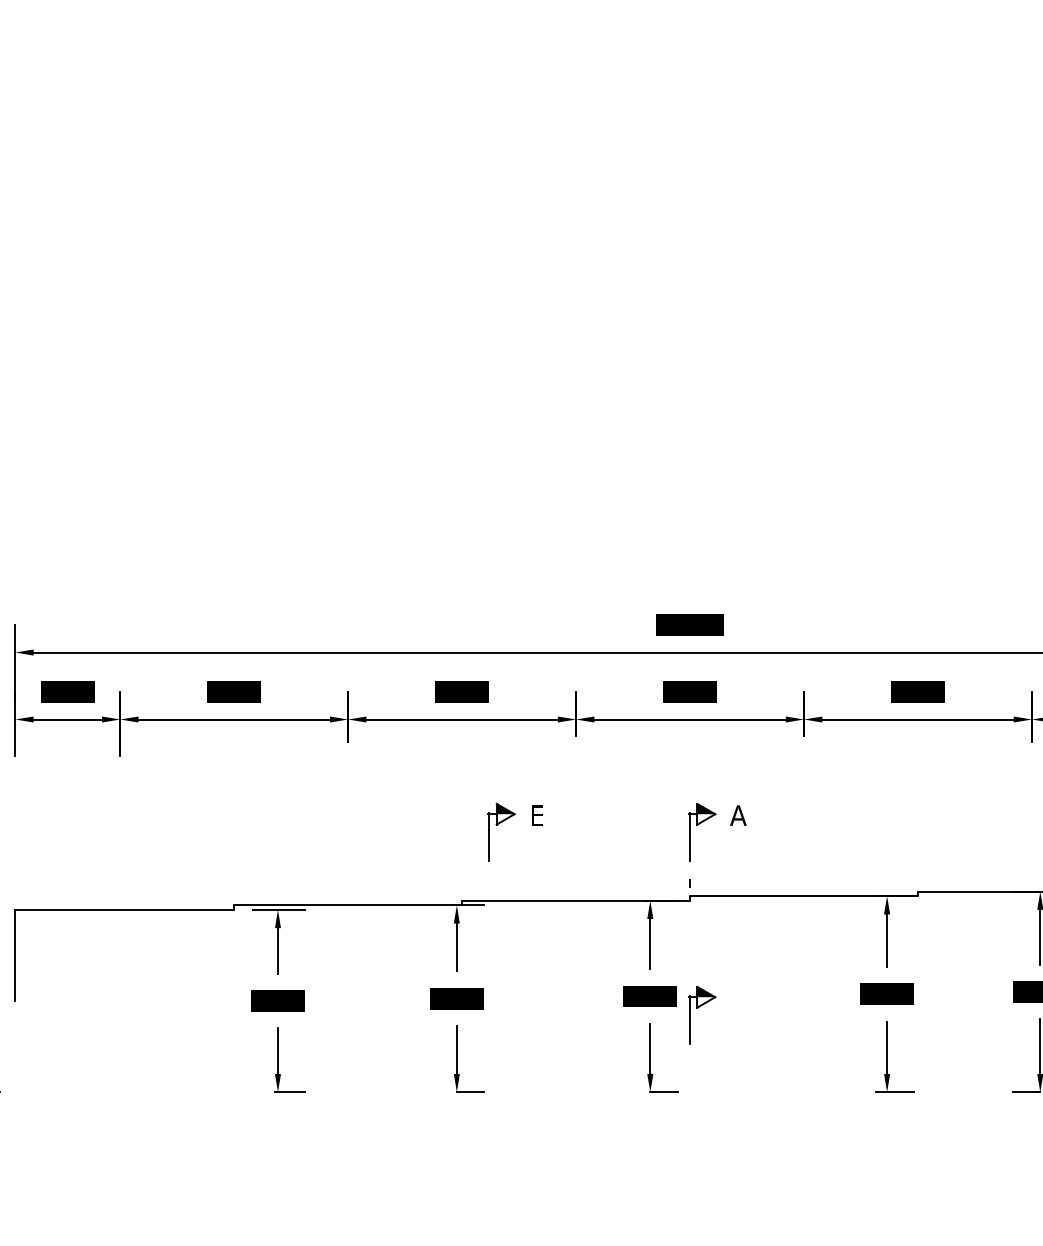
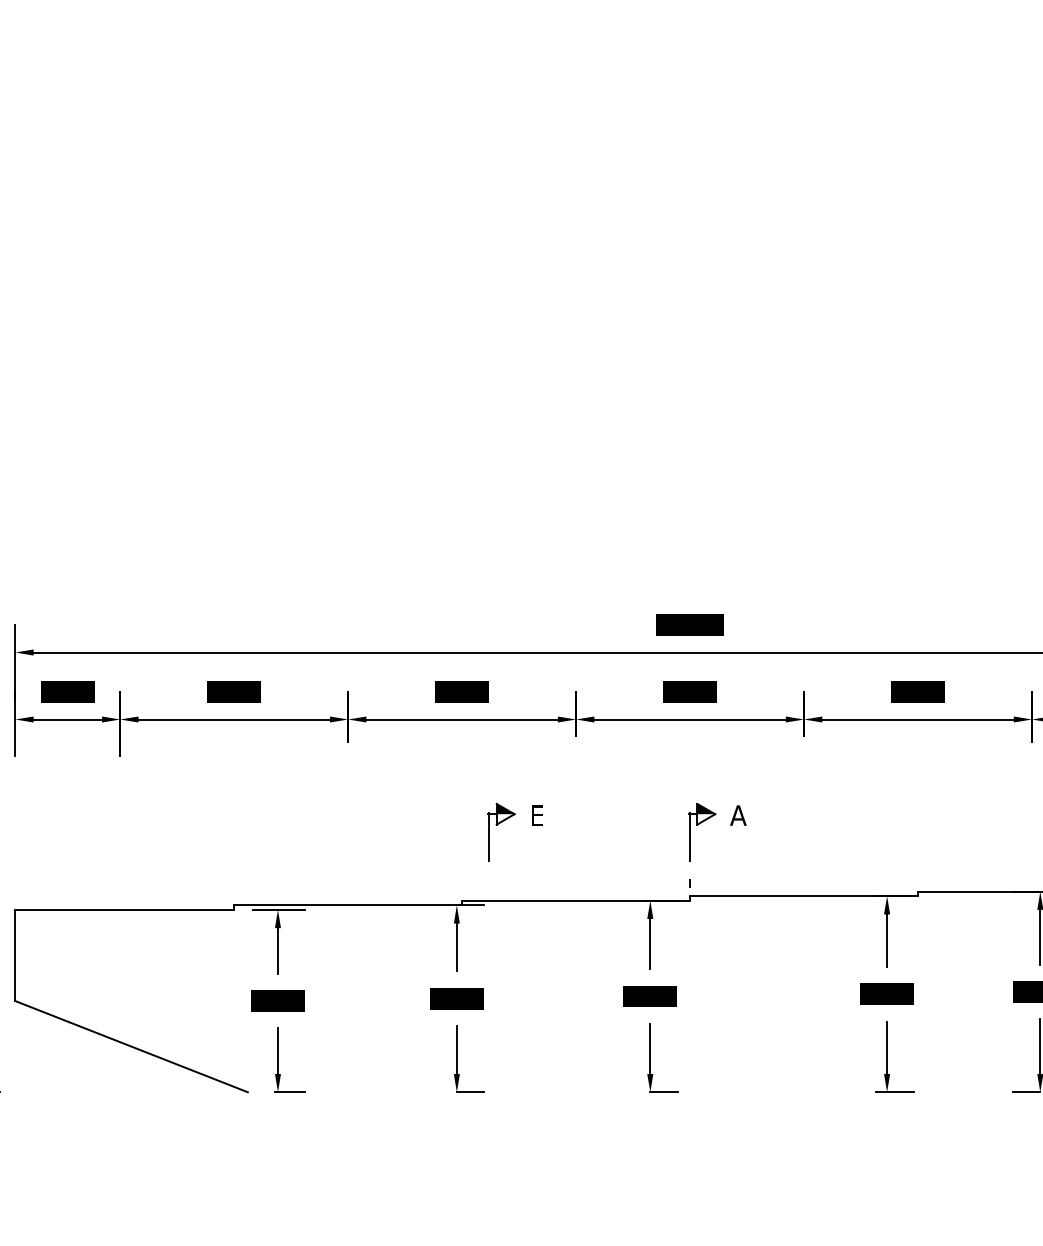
part at (698, 1008): present -> none
line at (131, 1046): none -> present
